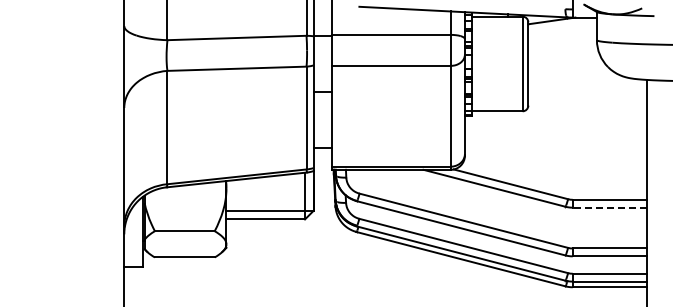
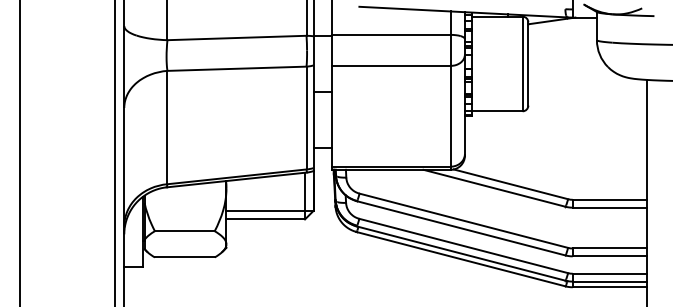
line at (20, 152): none -> present
line at (114, 152): none -> present
line at (609, 207): dashed -> solid
